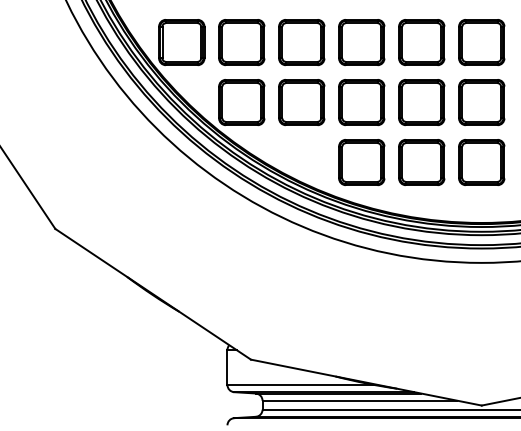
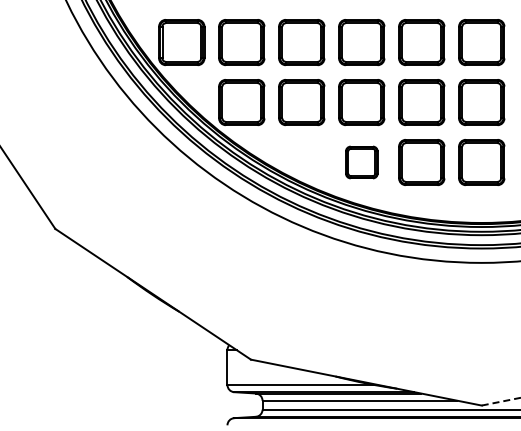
part at (361, 162) size: 48x47 px -> 34x35 px
line at (501, 401): solid -> dashed
